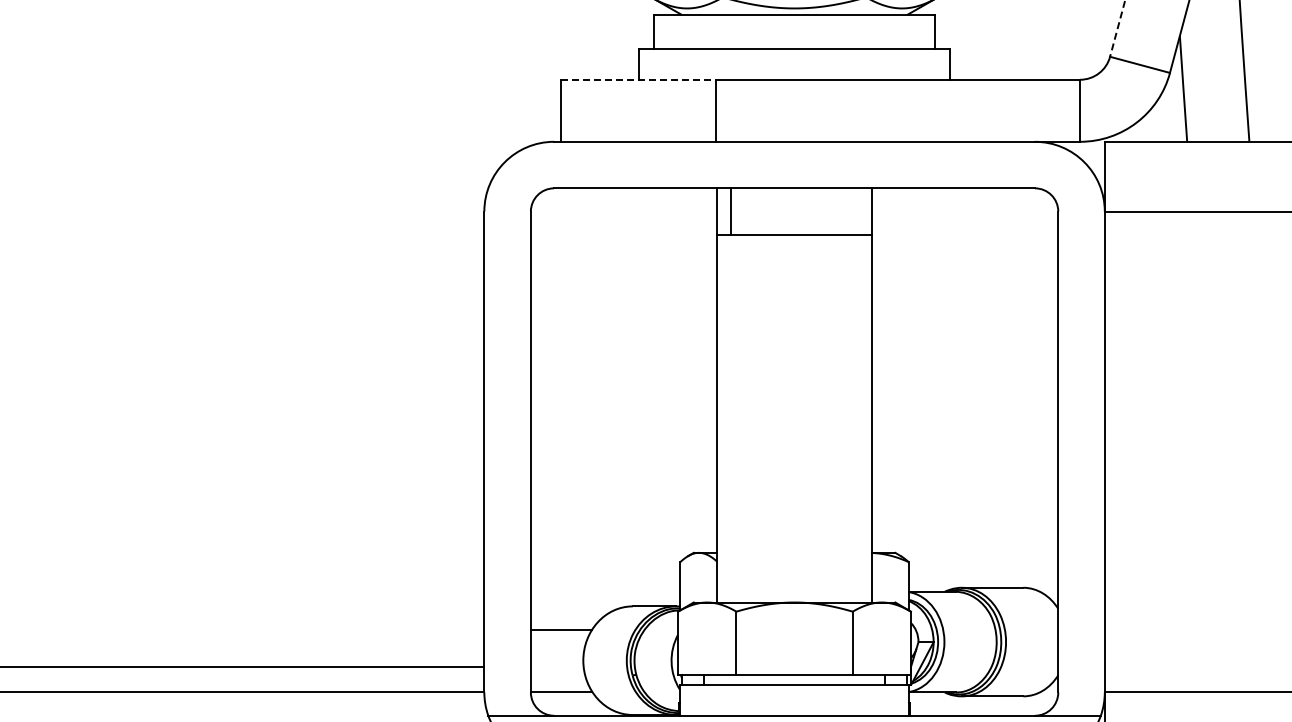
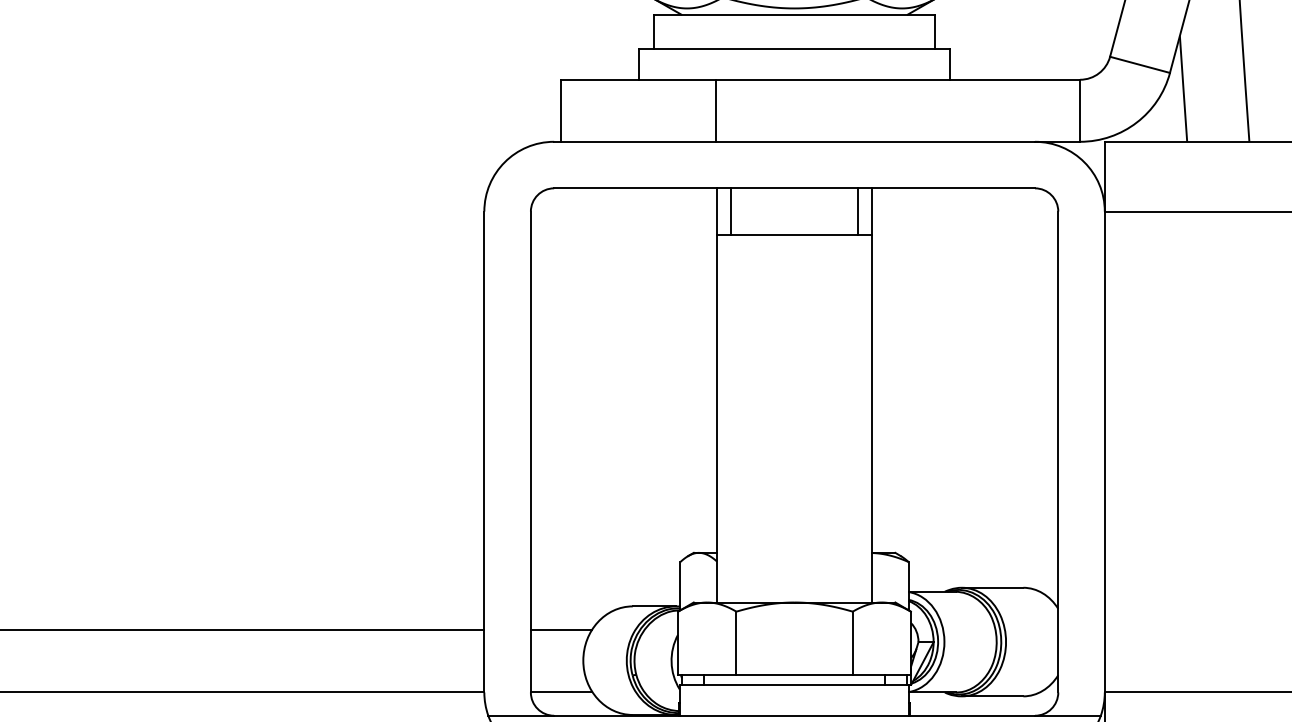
line at (1117, 28): dashed -> solid
line at (638, 79): dashed -> solid
line at (858, 211): none -> present
line at (243, 666) position: (243, 666) -> (243, 629)
